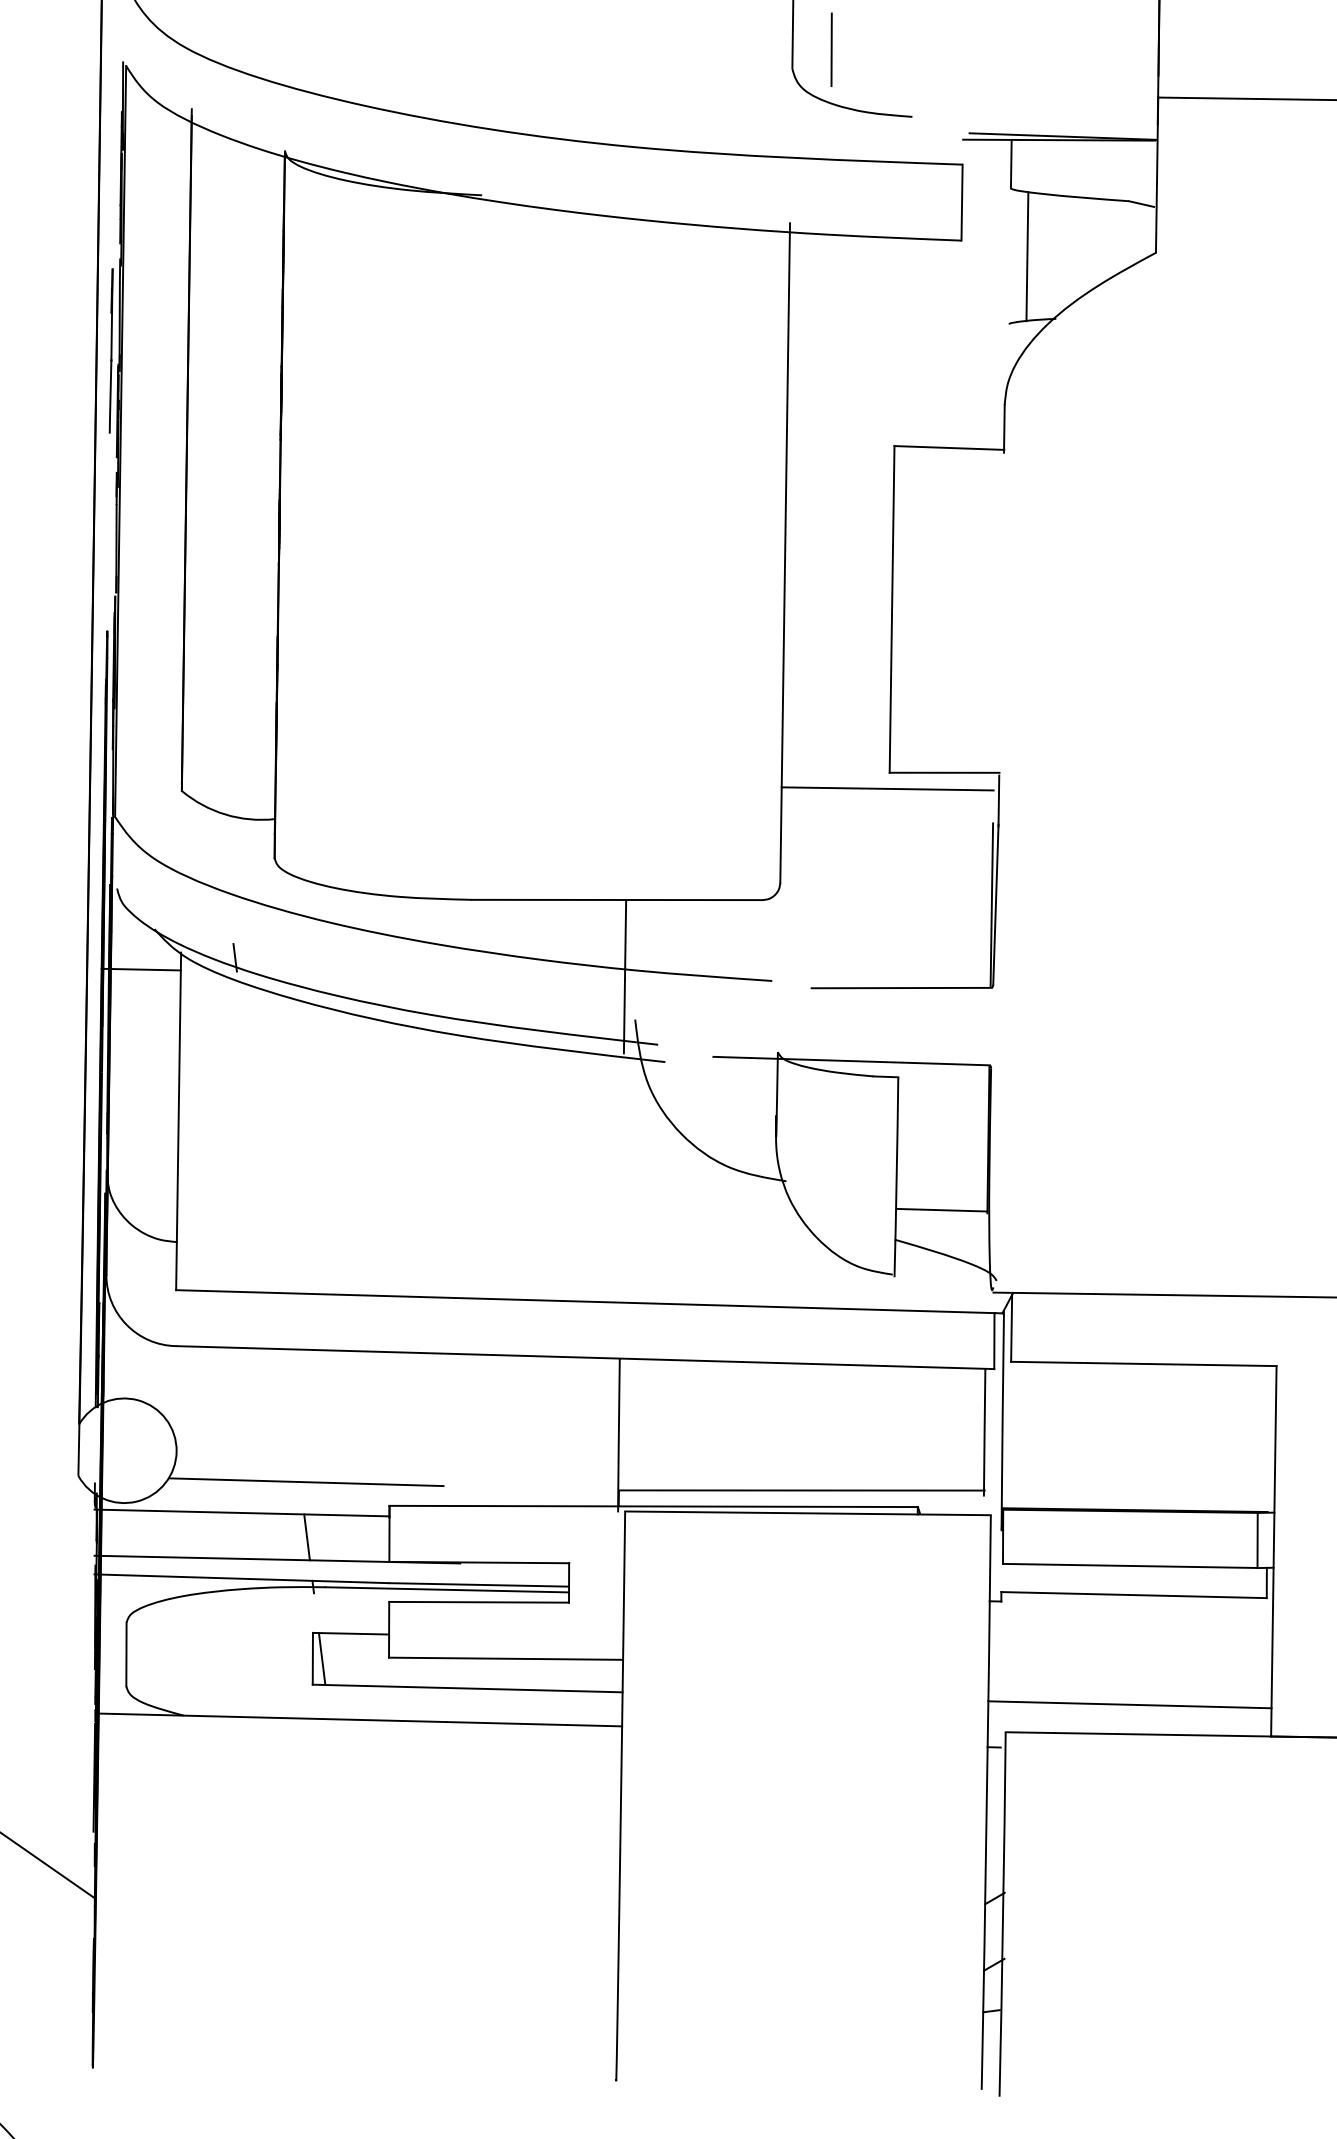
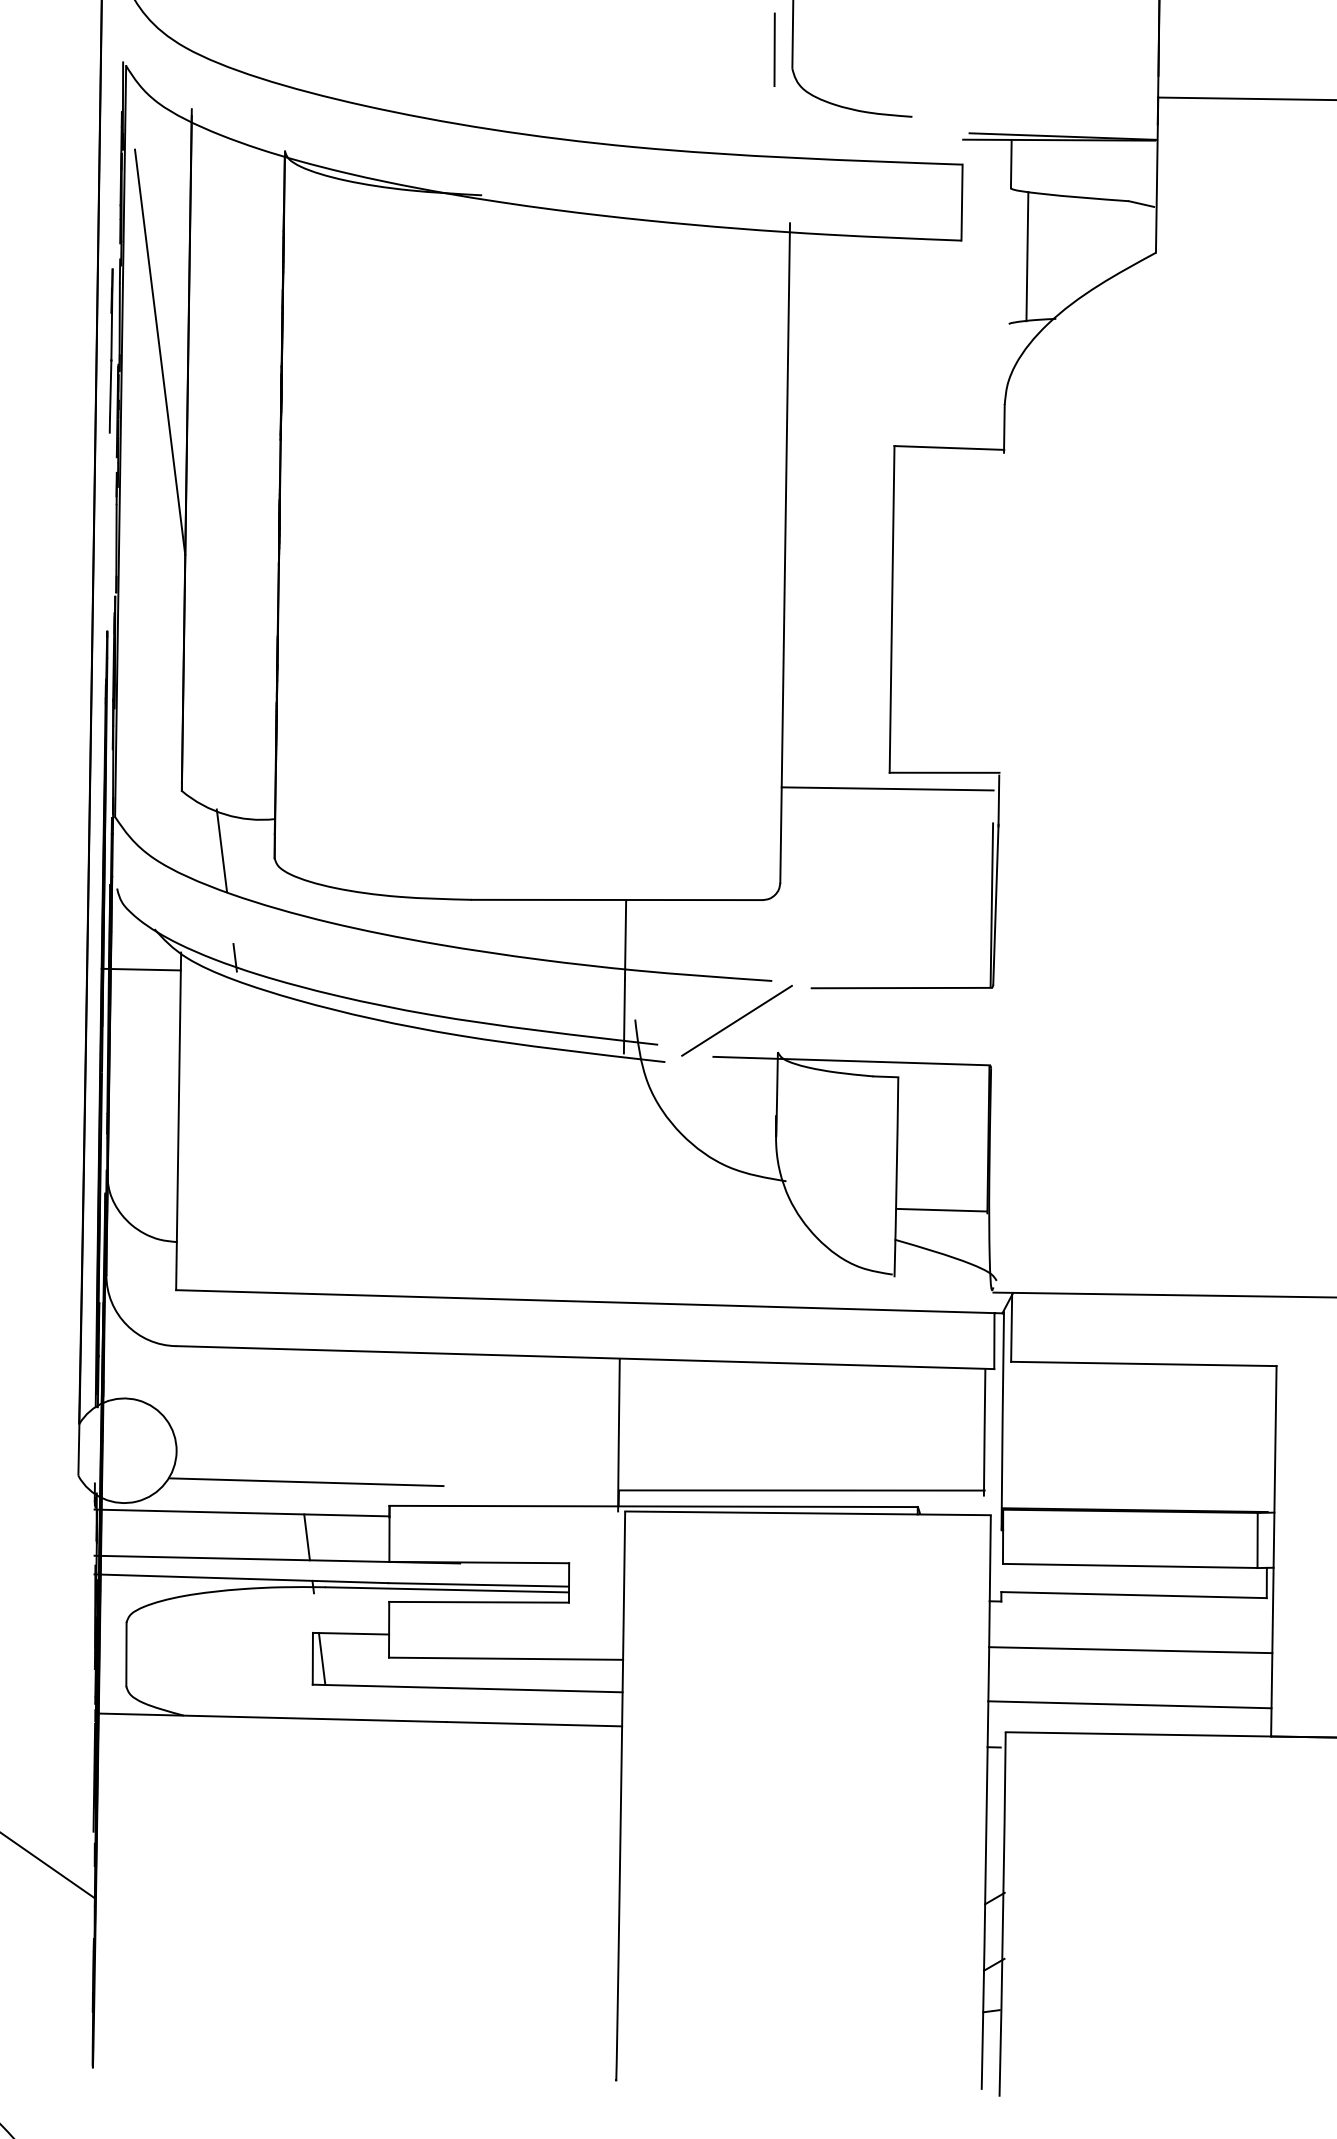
line at (831, 49) position: (831, 49) -> (774, 49)
line at (160, 352): none -> present
line at (221, 850): none -> present
line at (736, 1020): none -> present
line at (1130, 1650): none -> present
